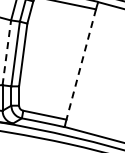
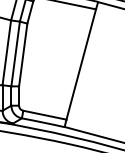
line at (6, 52): dashed -> solid
line at (81, 64): dashed -> solid
